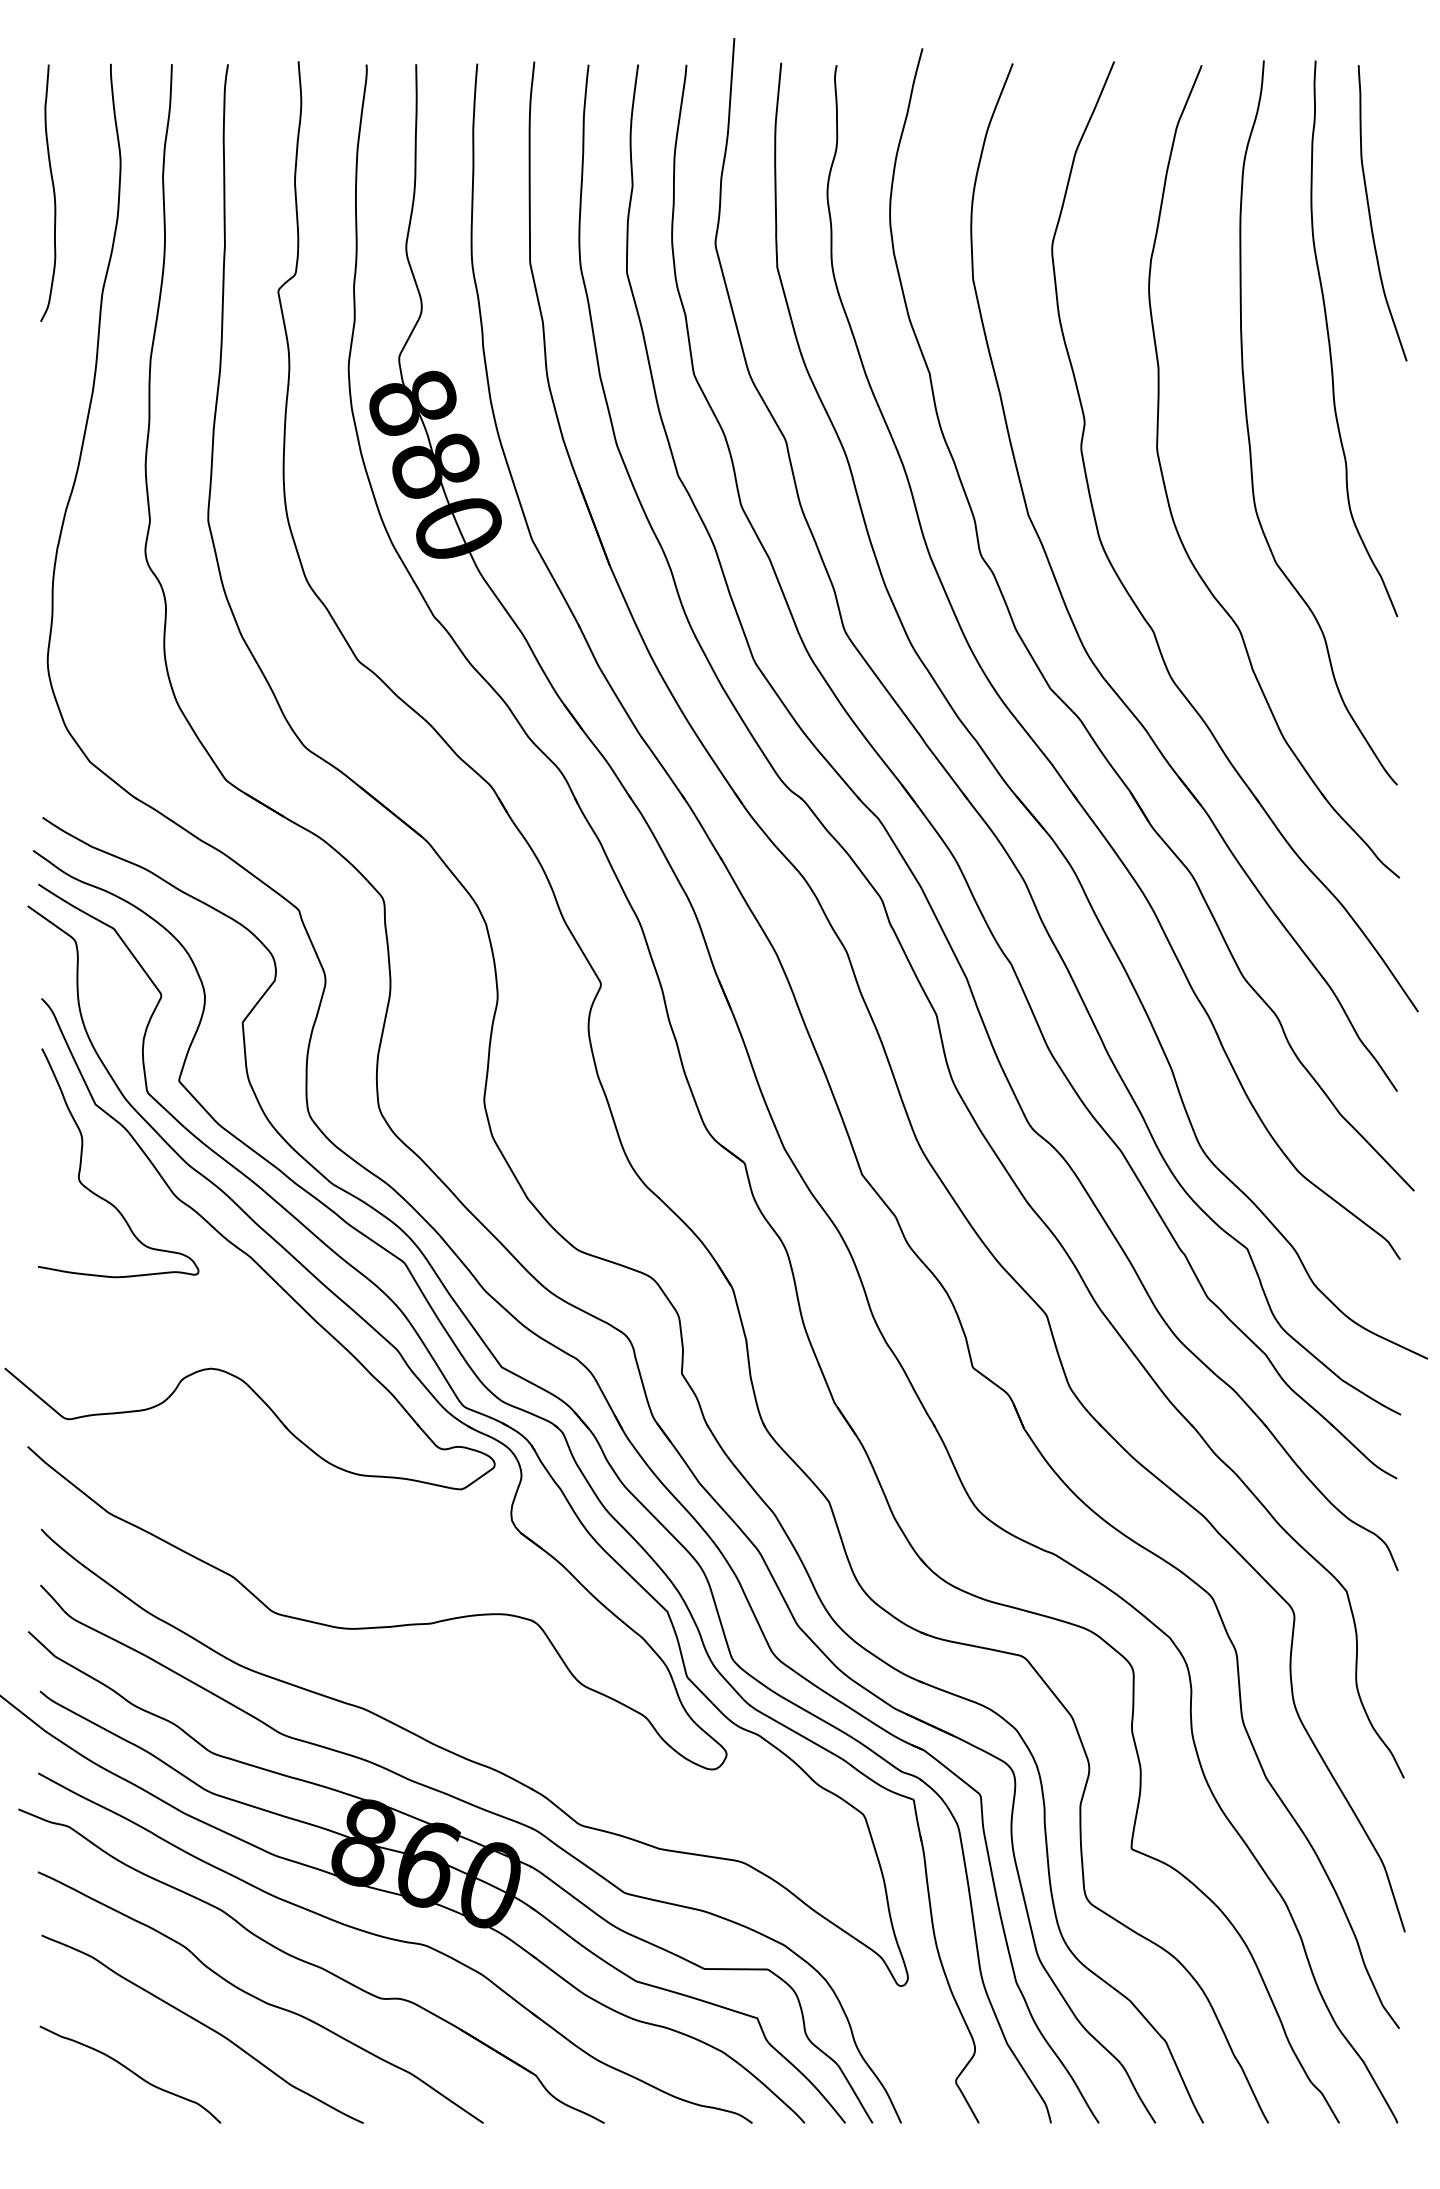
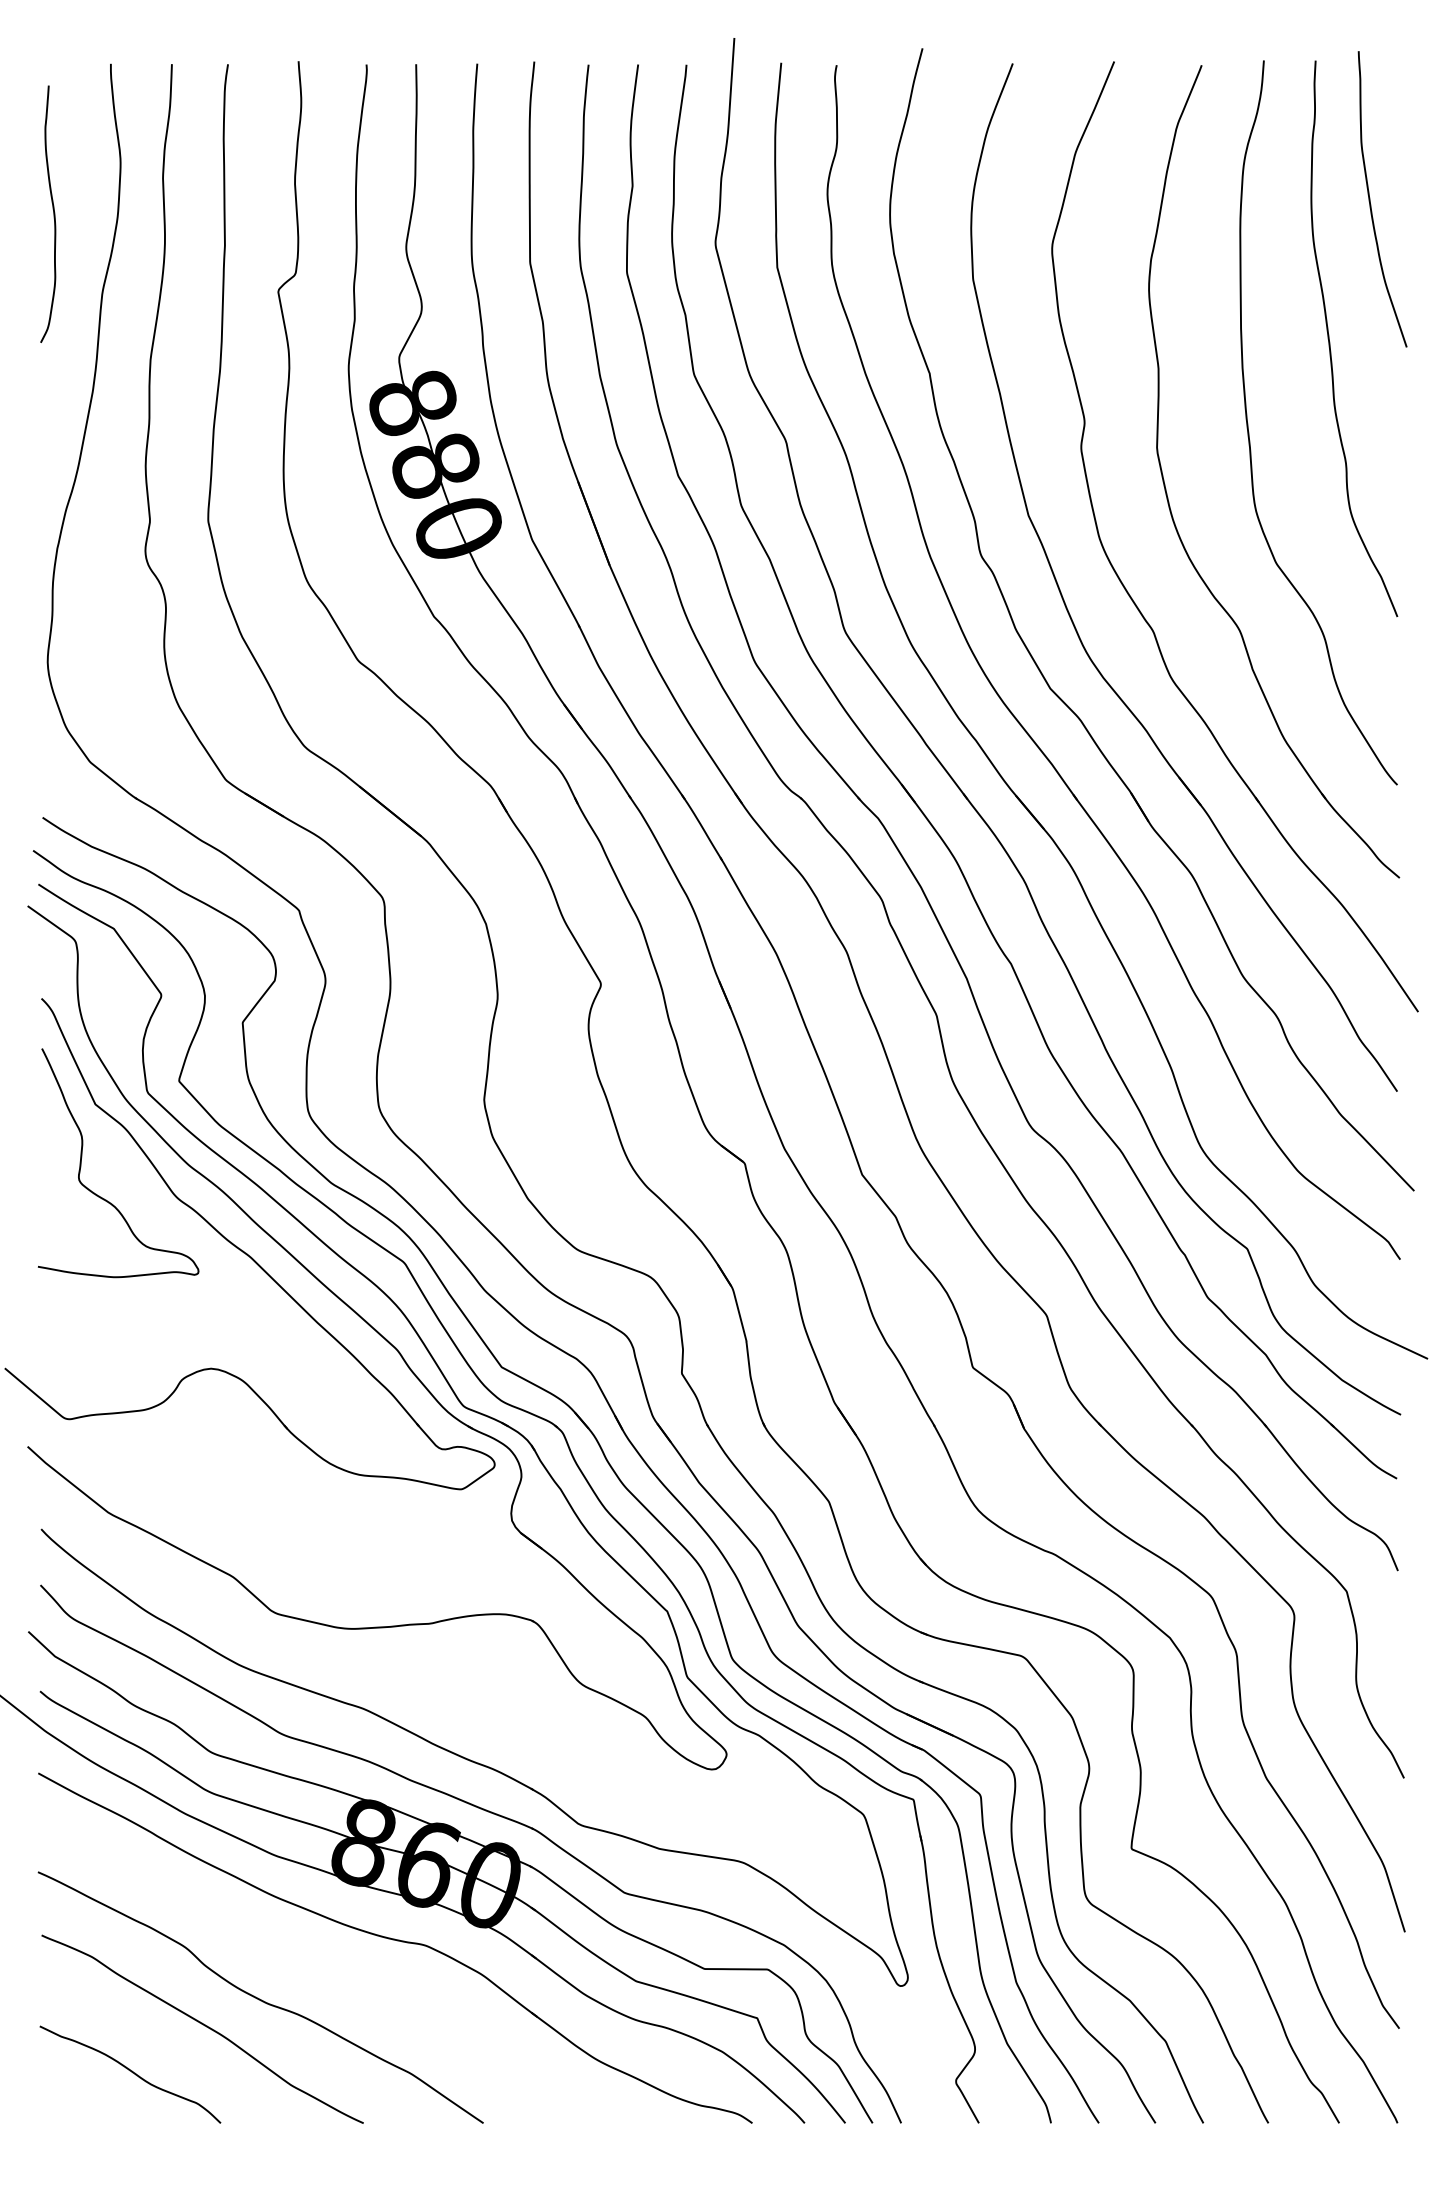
curve at (53, 192) position: (53, 192) -> (53, 213)
curve at (1370, 213) position: (1370, 213) -> (1370, 199)
part at (311, 1965): present -> none
